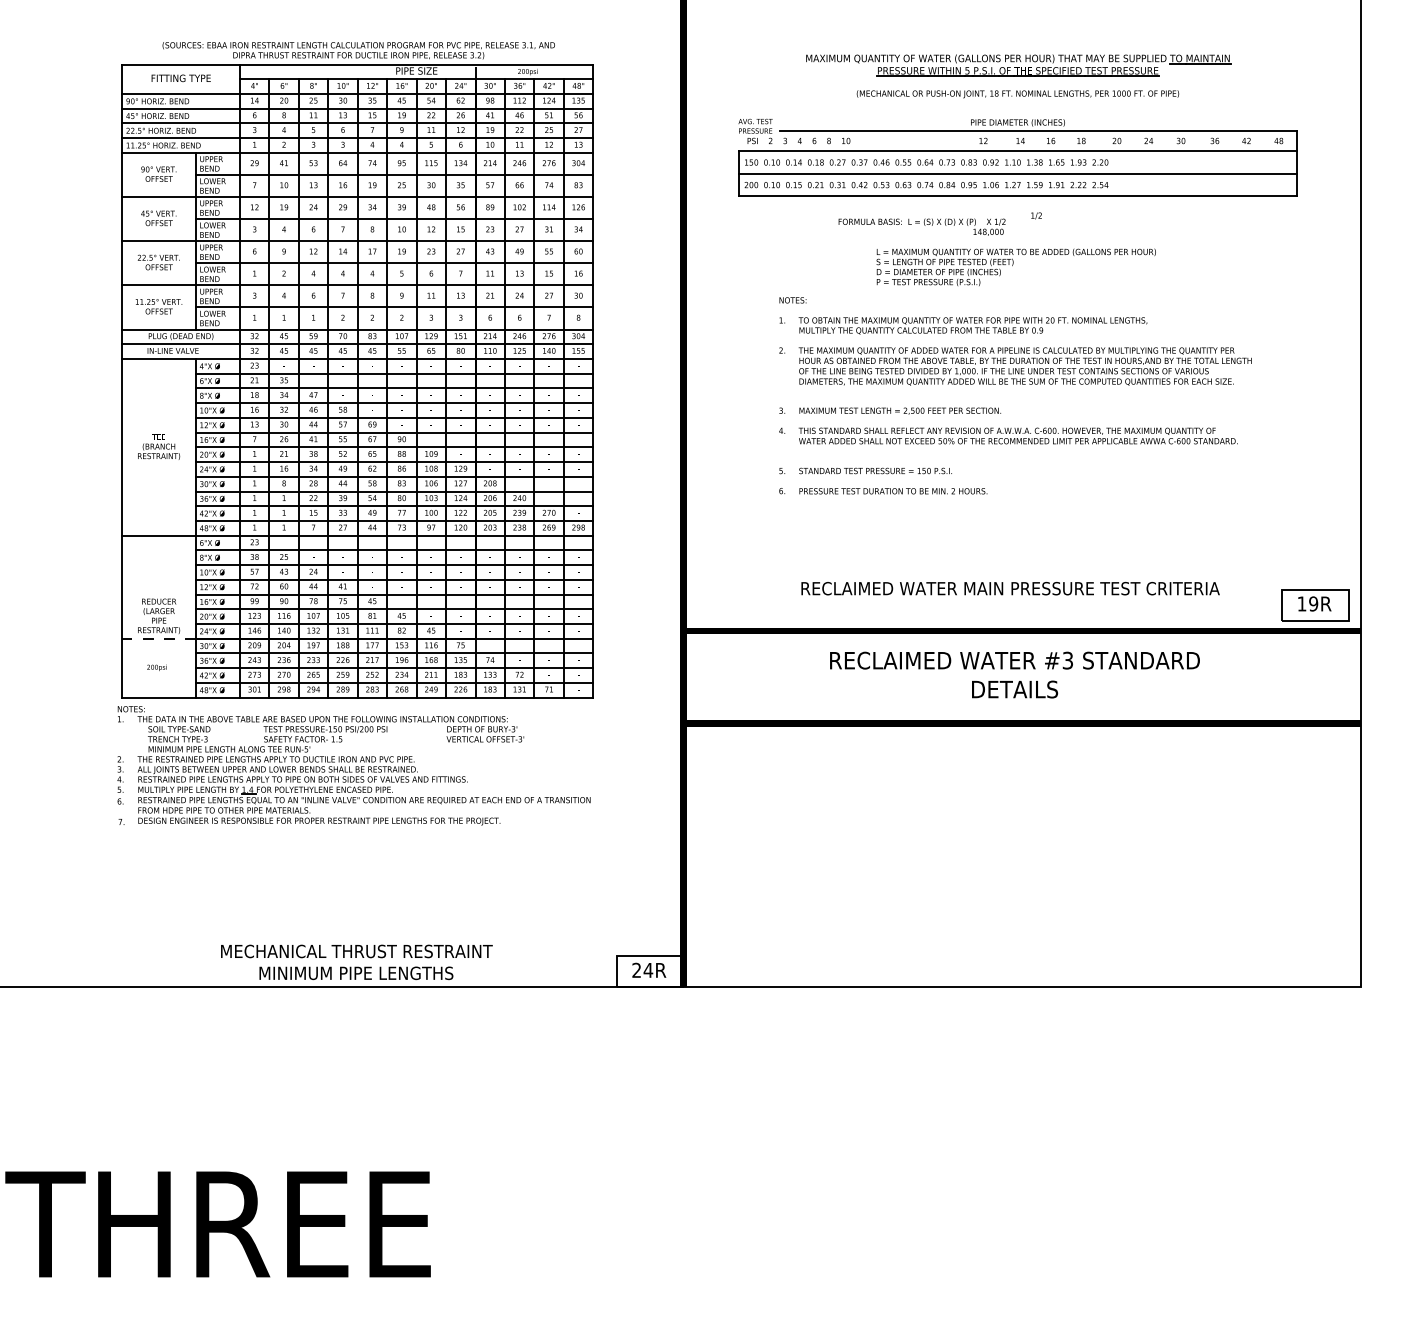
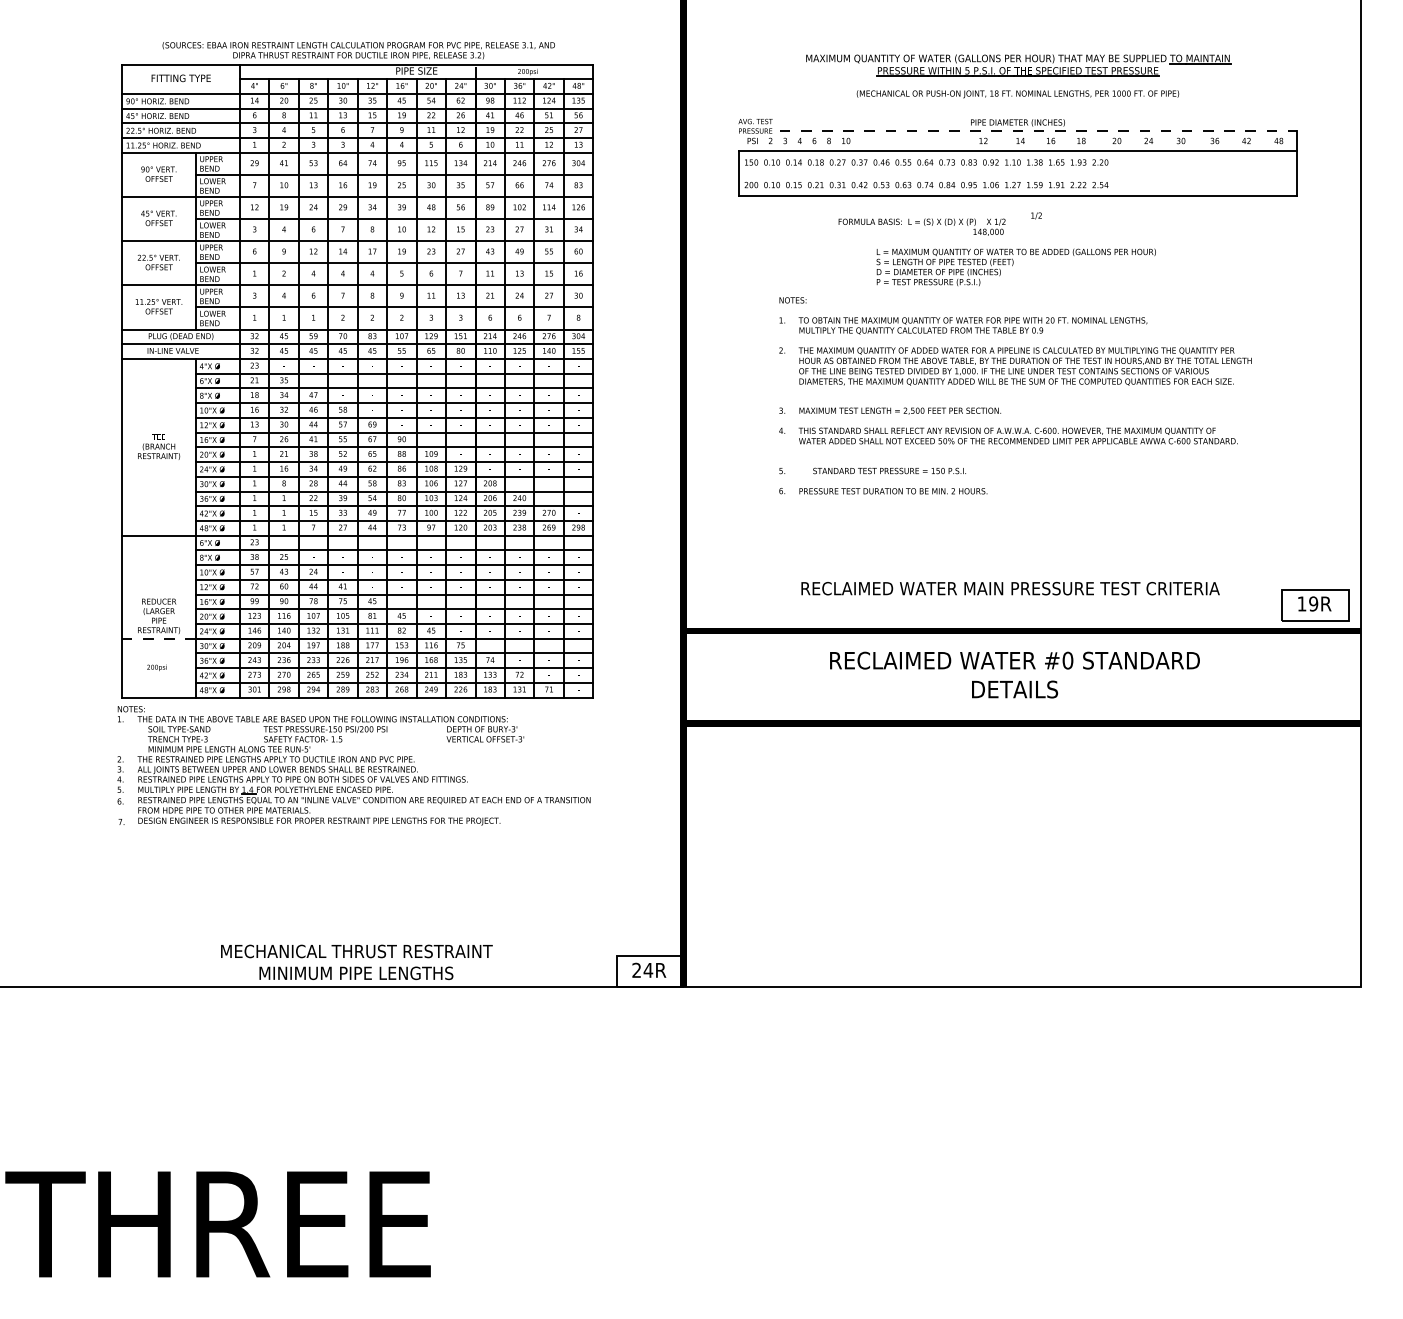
line at (1038, 130): solid -> dashed
line at (1017, 173): present -> none
text at (875, 470) position: (875, 470) -> (889, 470)
text at (1067, 660): #3 -> #0
